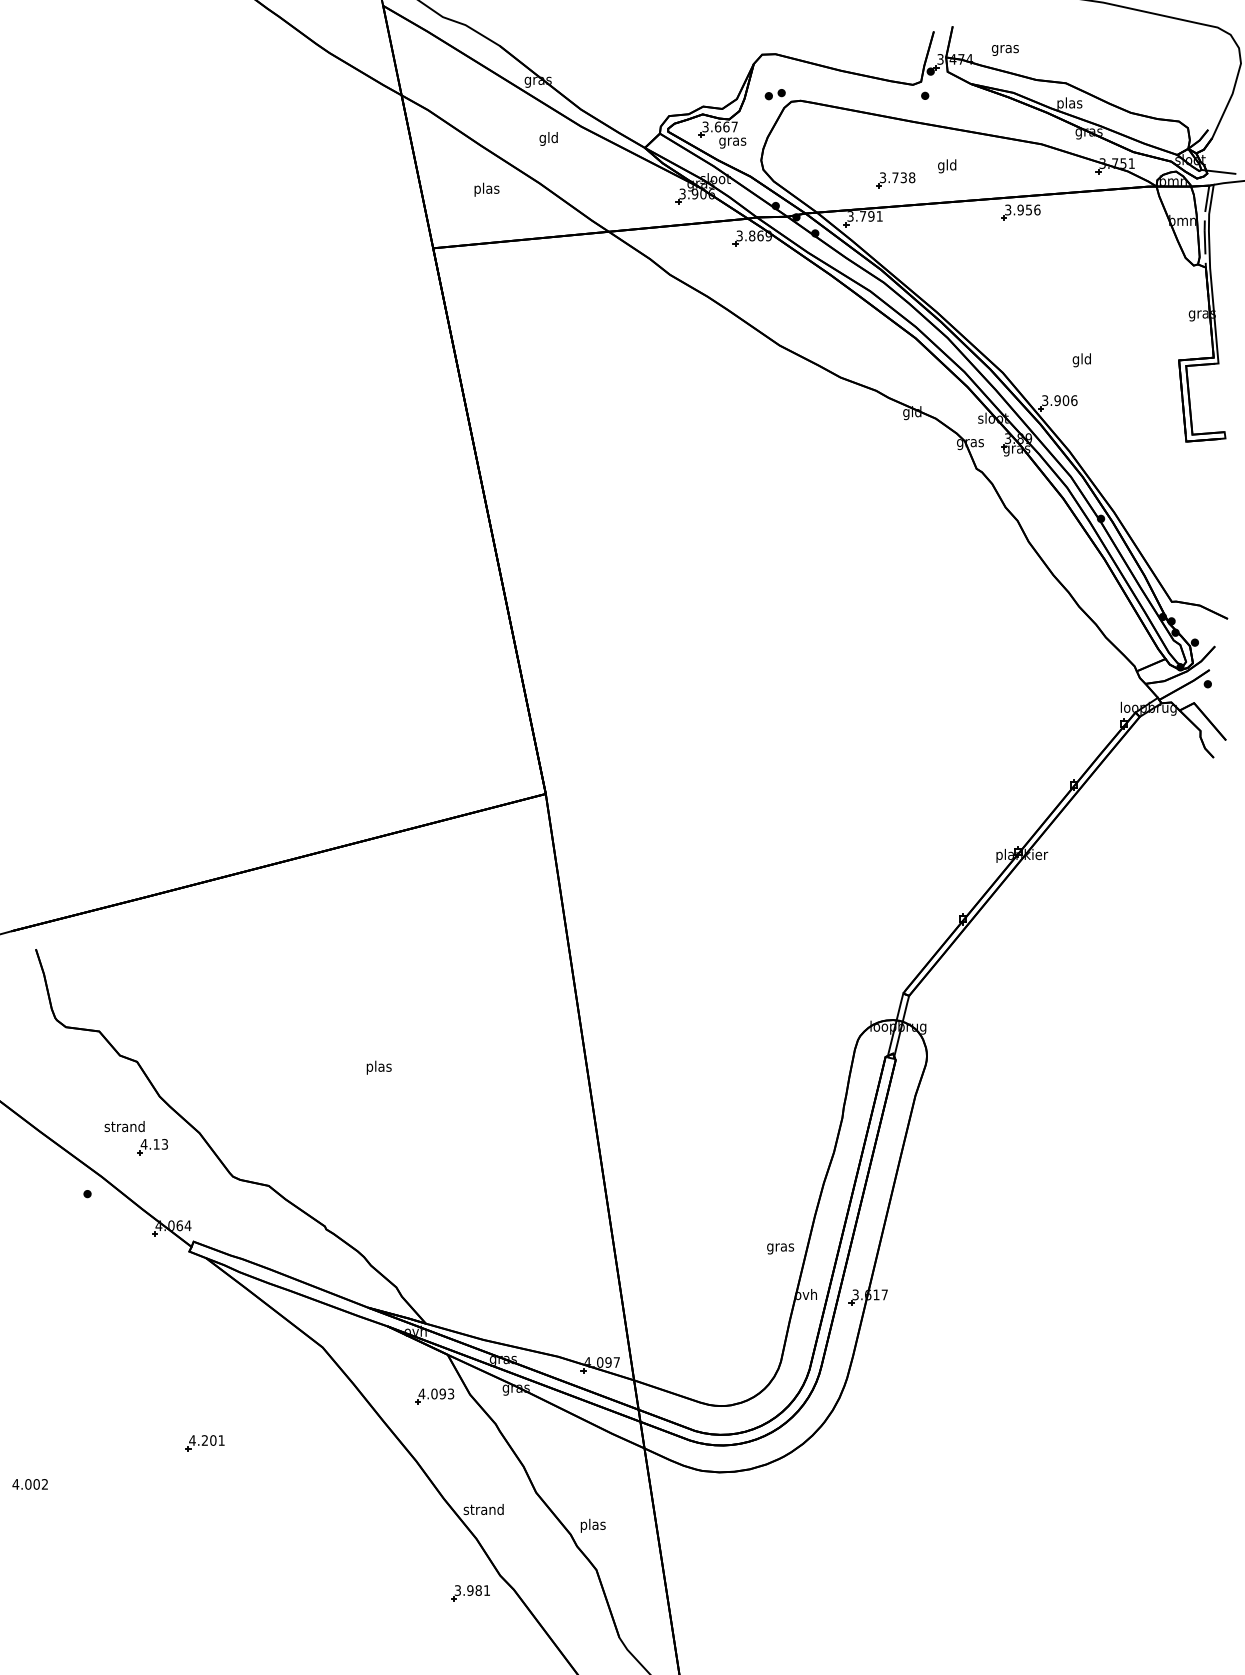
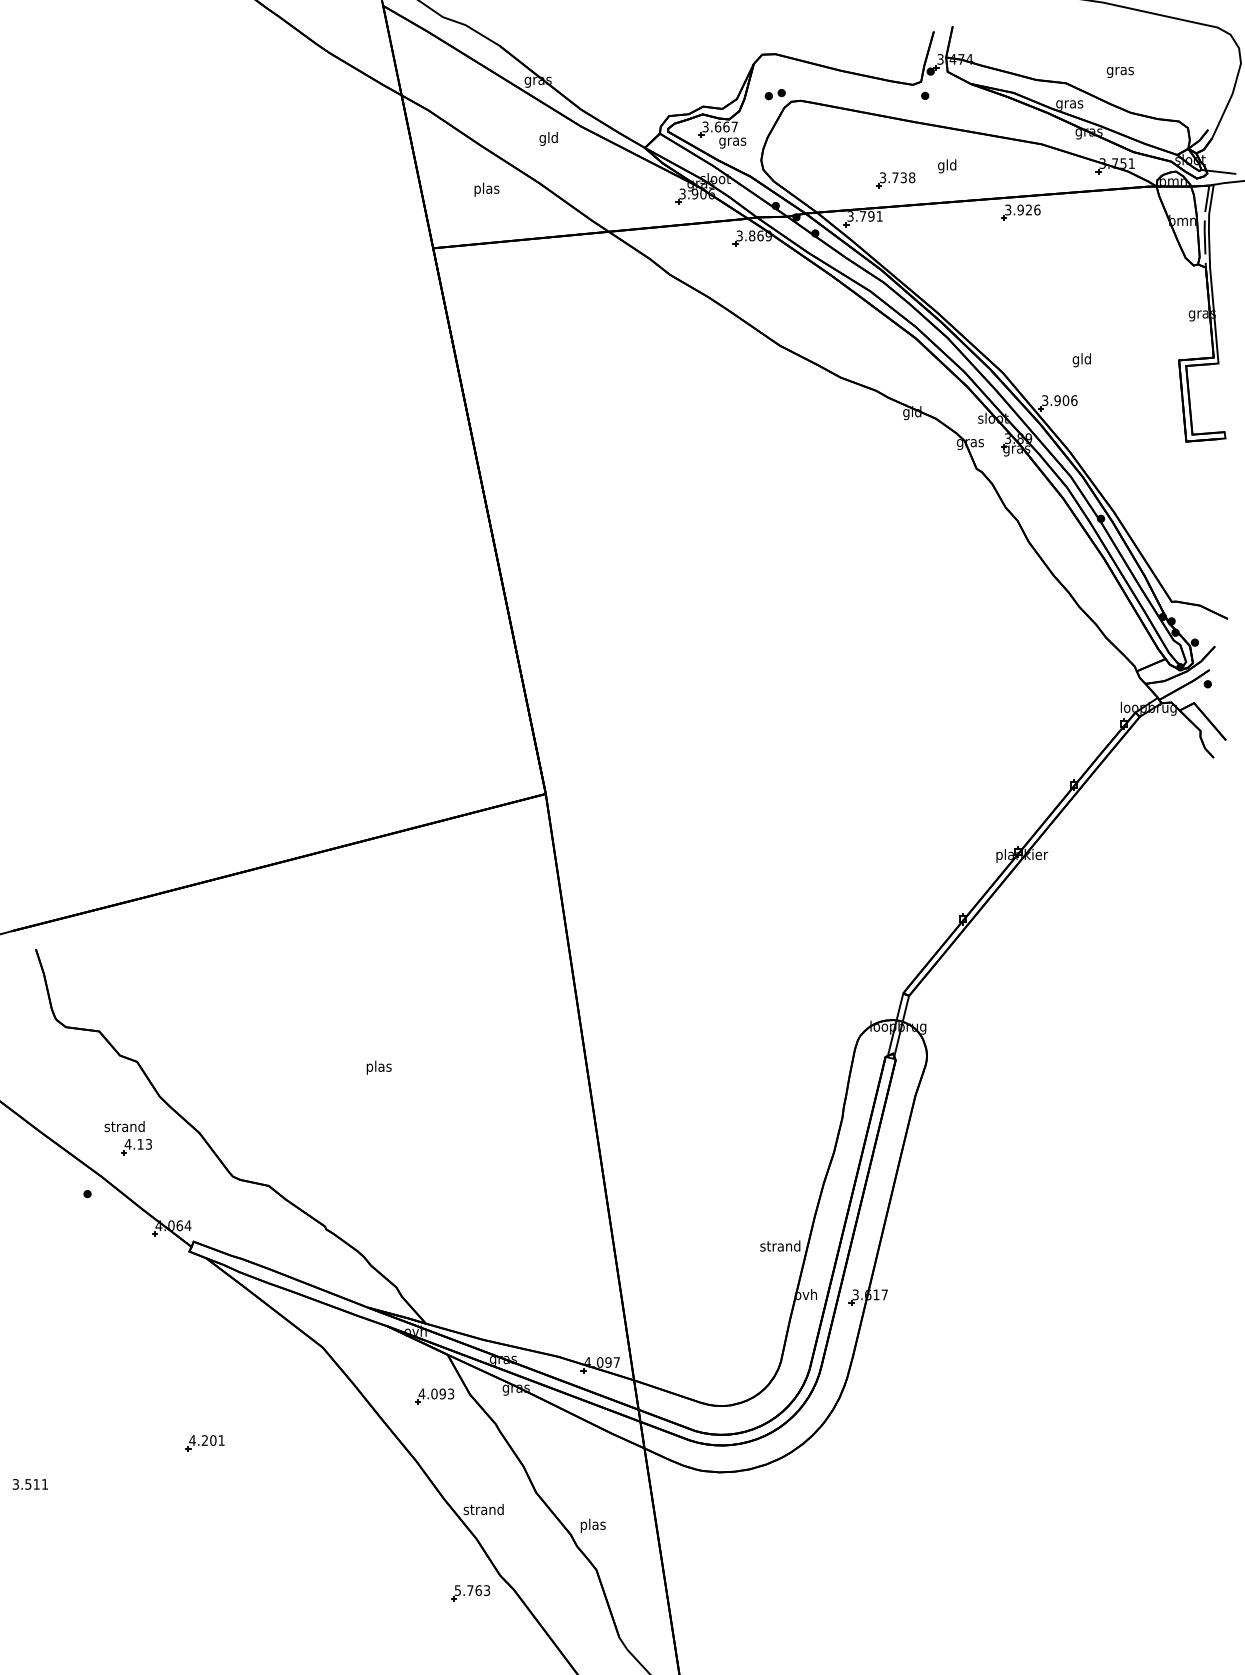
text at (1005, 50) position: (1005, 50) -> (1120, 72)
text at (1069, 103): plas -> gras
text at (1028, 209): 3.956 -> 3.926
part at (152, 1147) position: (152, 1147) -> (136, 1147)
text at (780, 1247): gras -> strand
text at (29, 1484): 4.002 -> 3.511
text at (472, 1590): 3.981 -> 5.763
